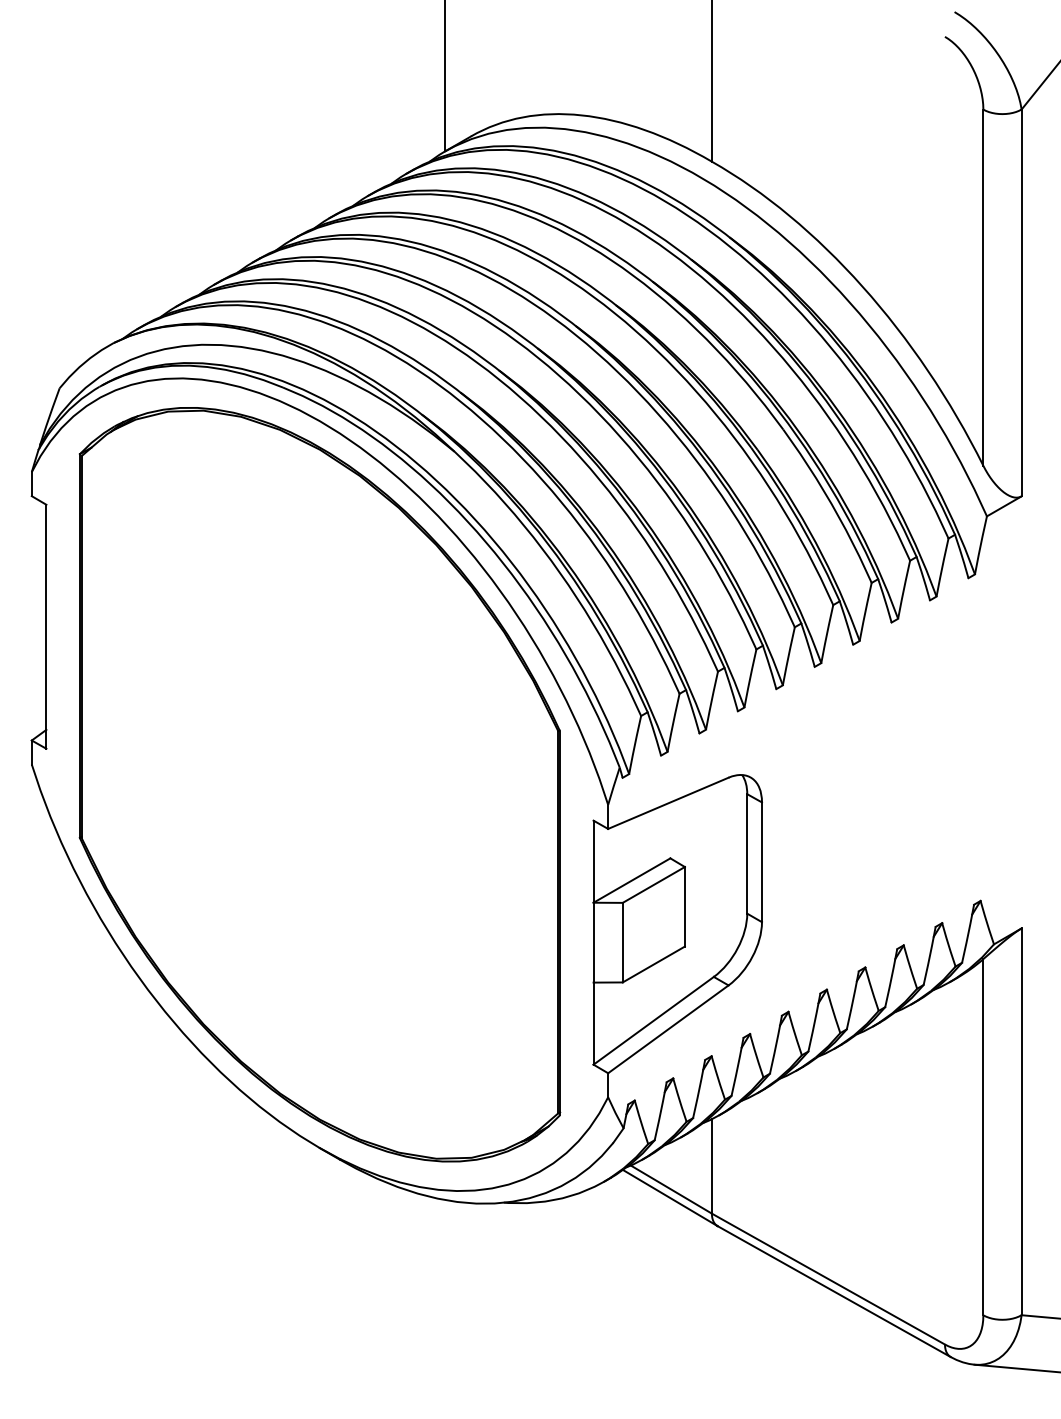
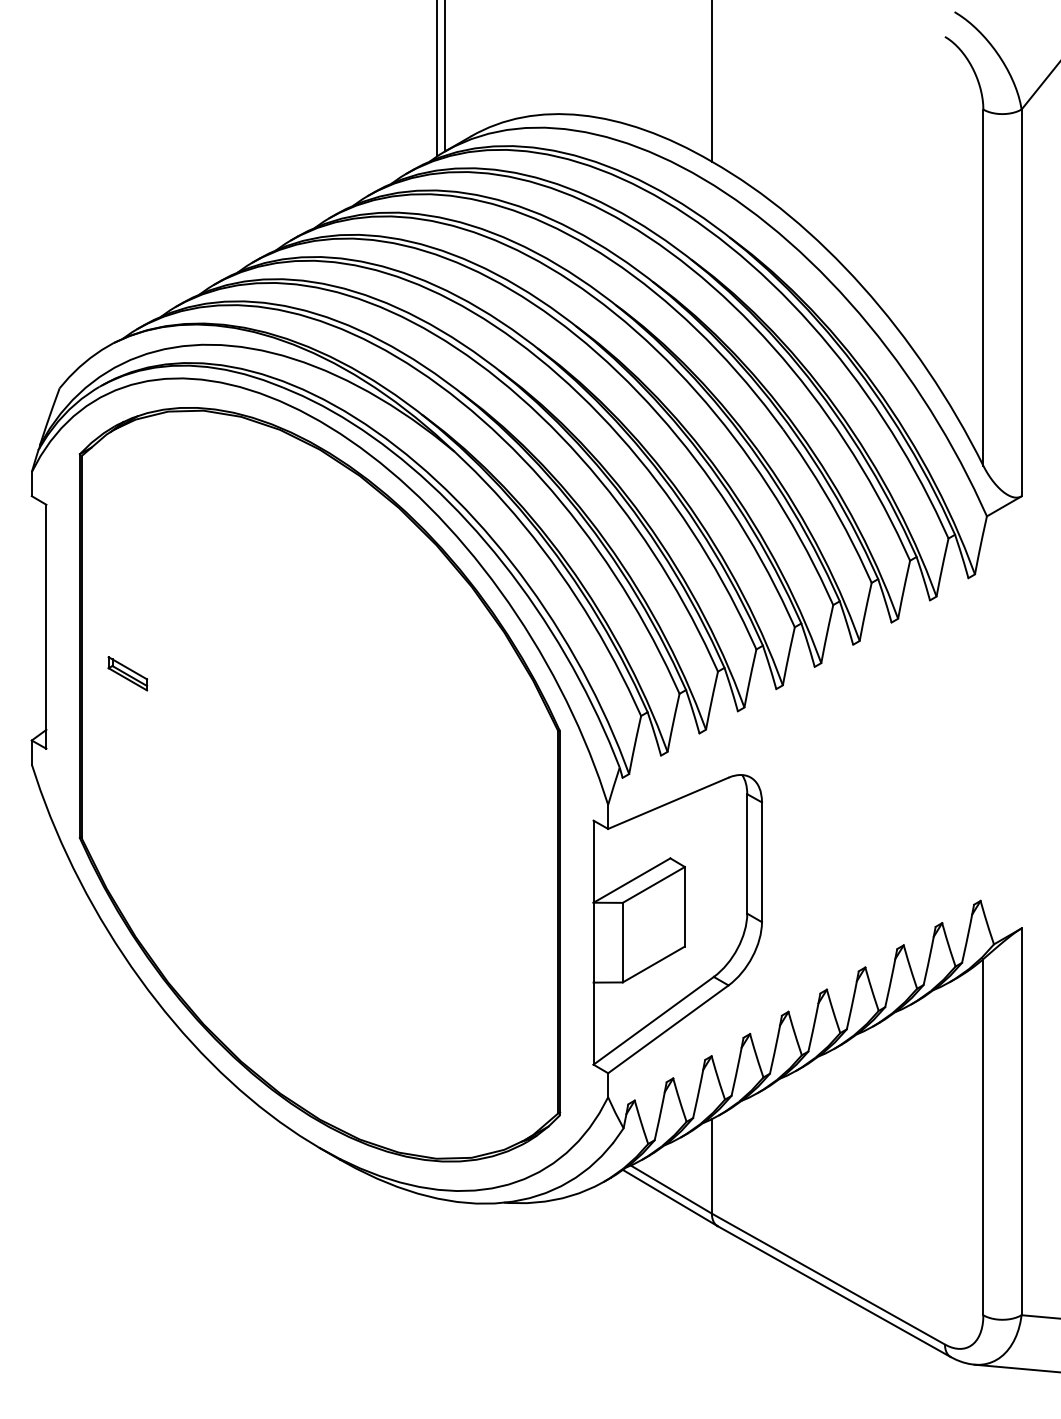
line at (437, 79): none -> present
part at (127, 673): none -> present
